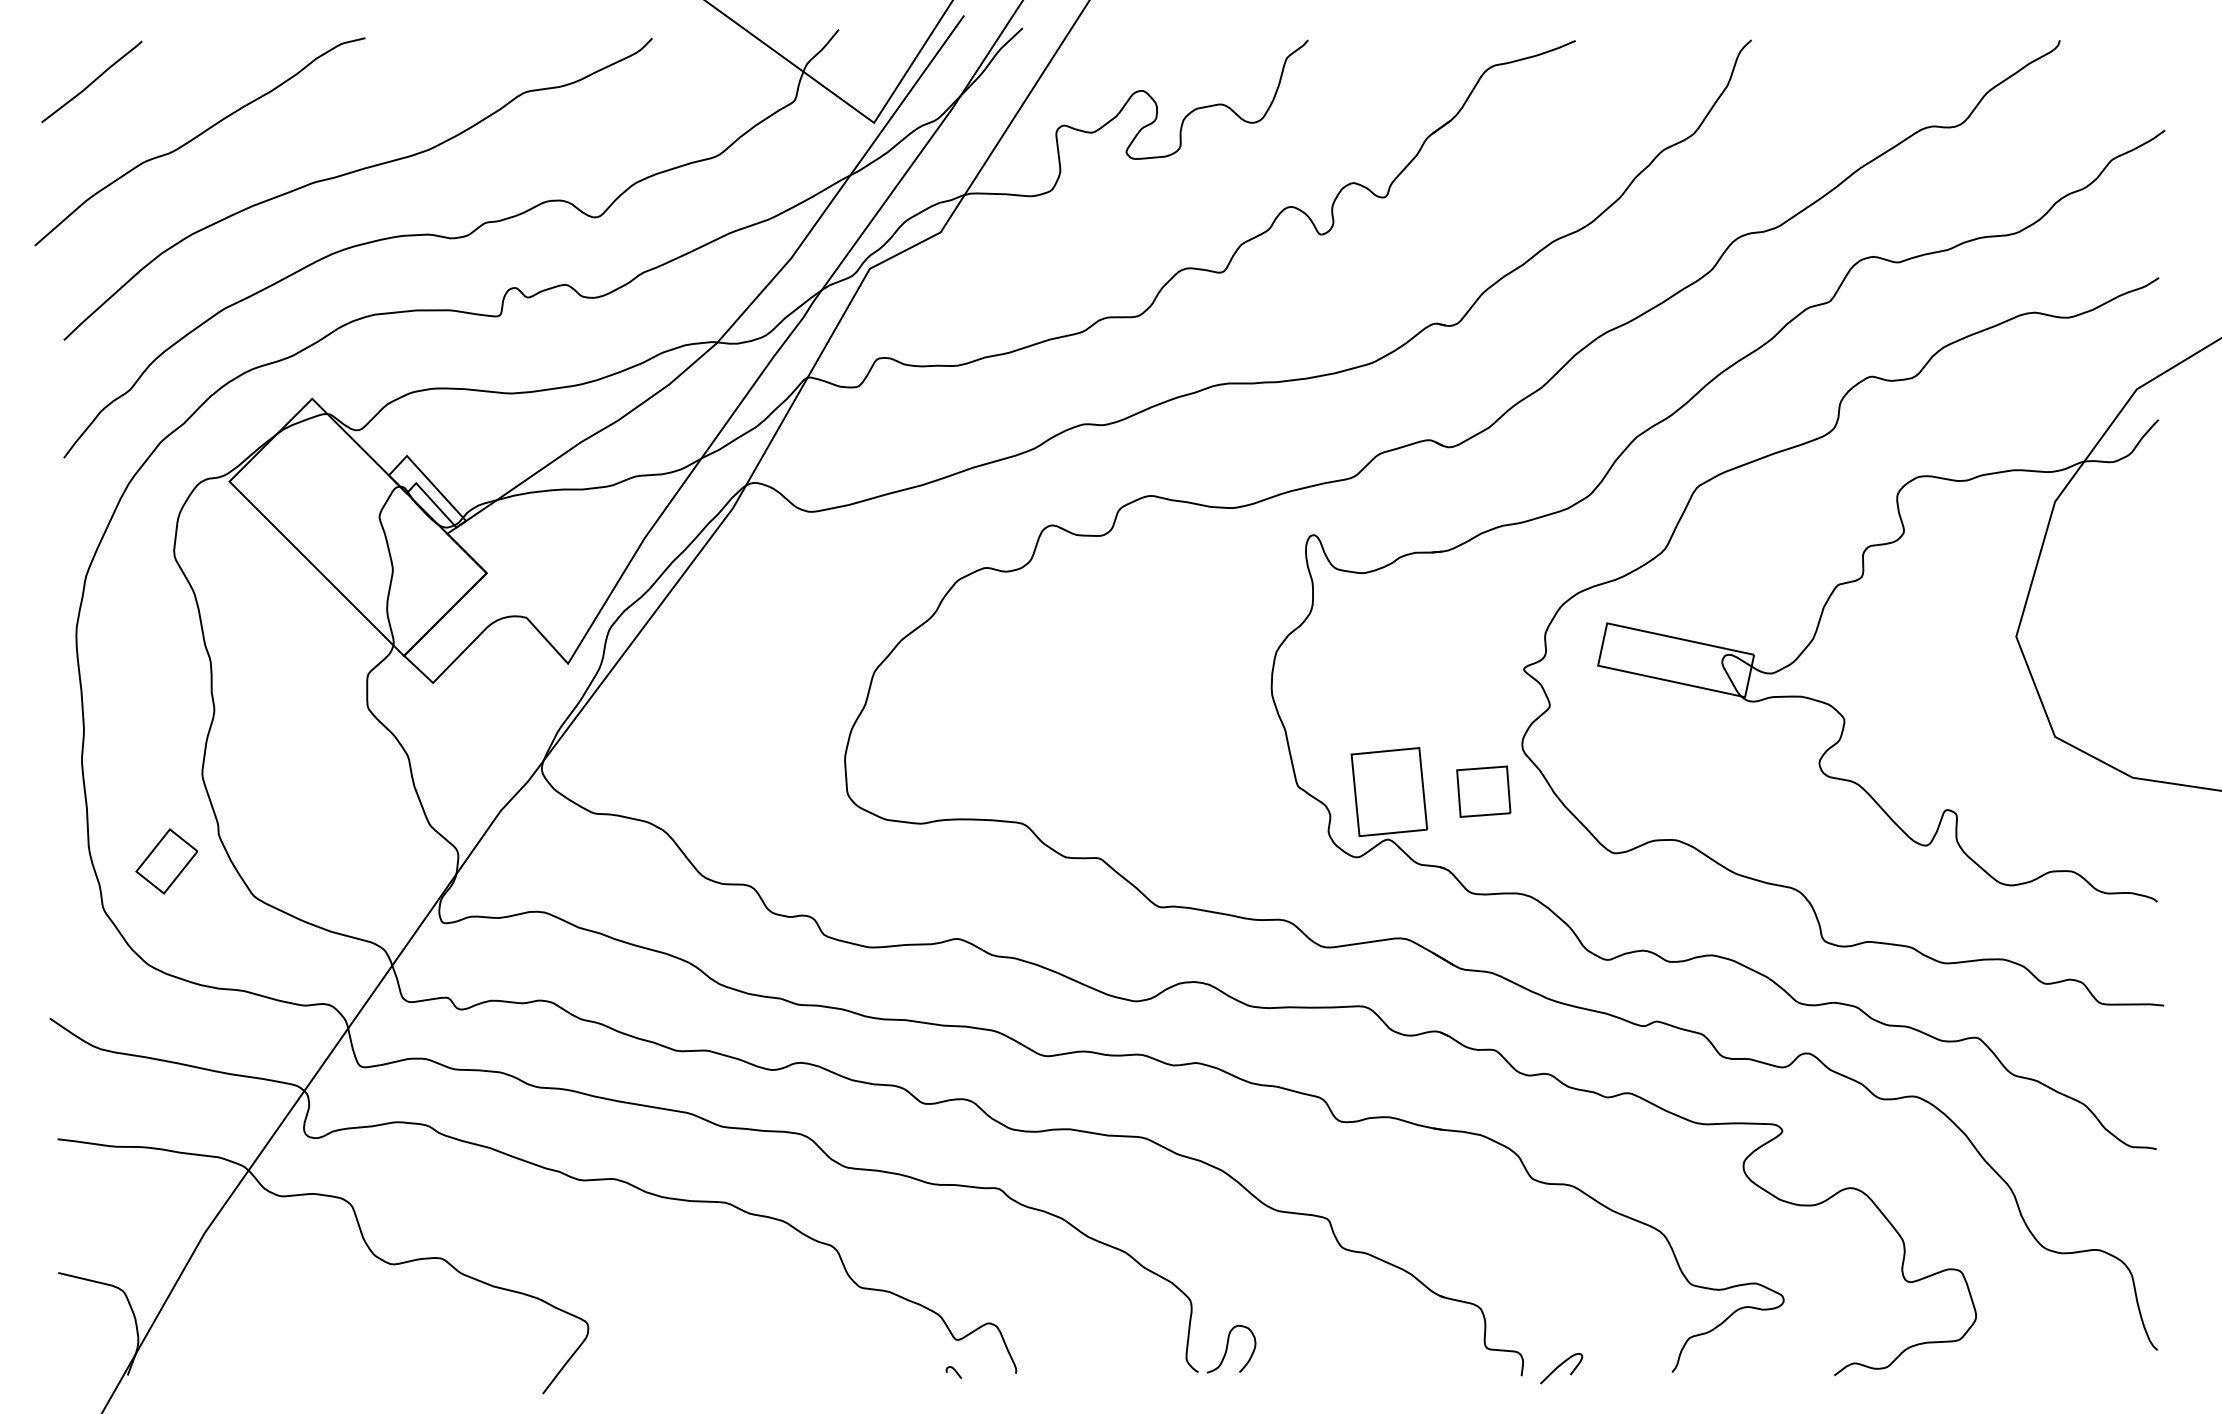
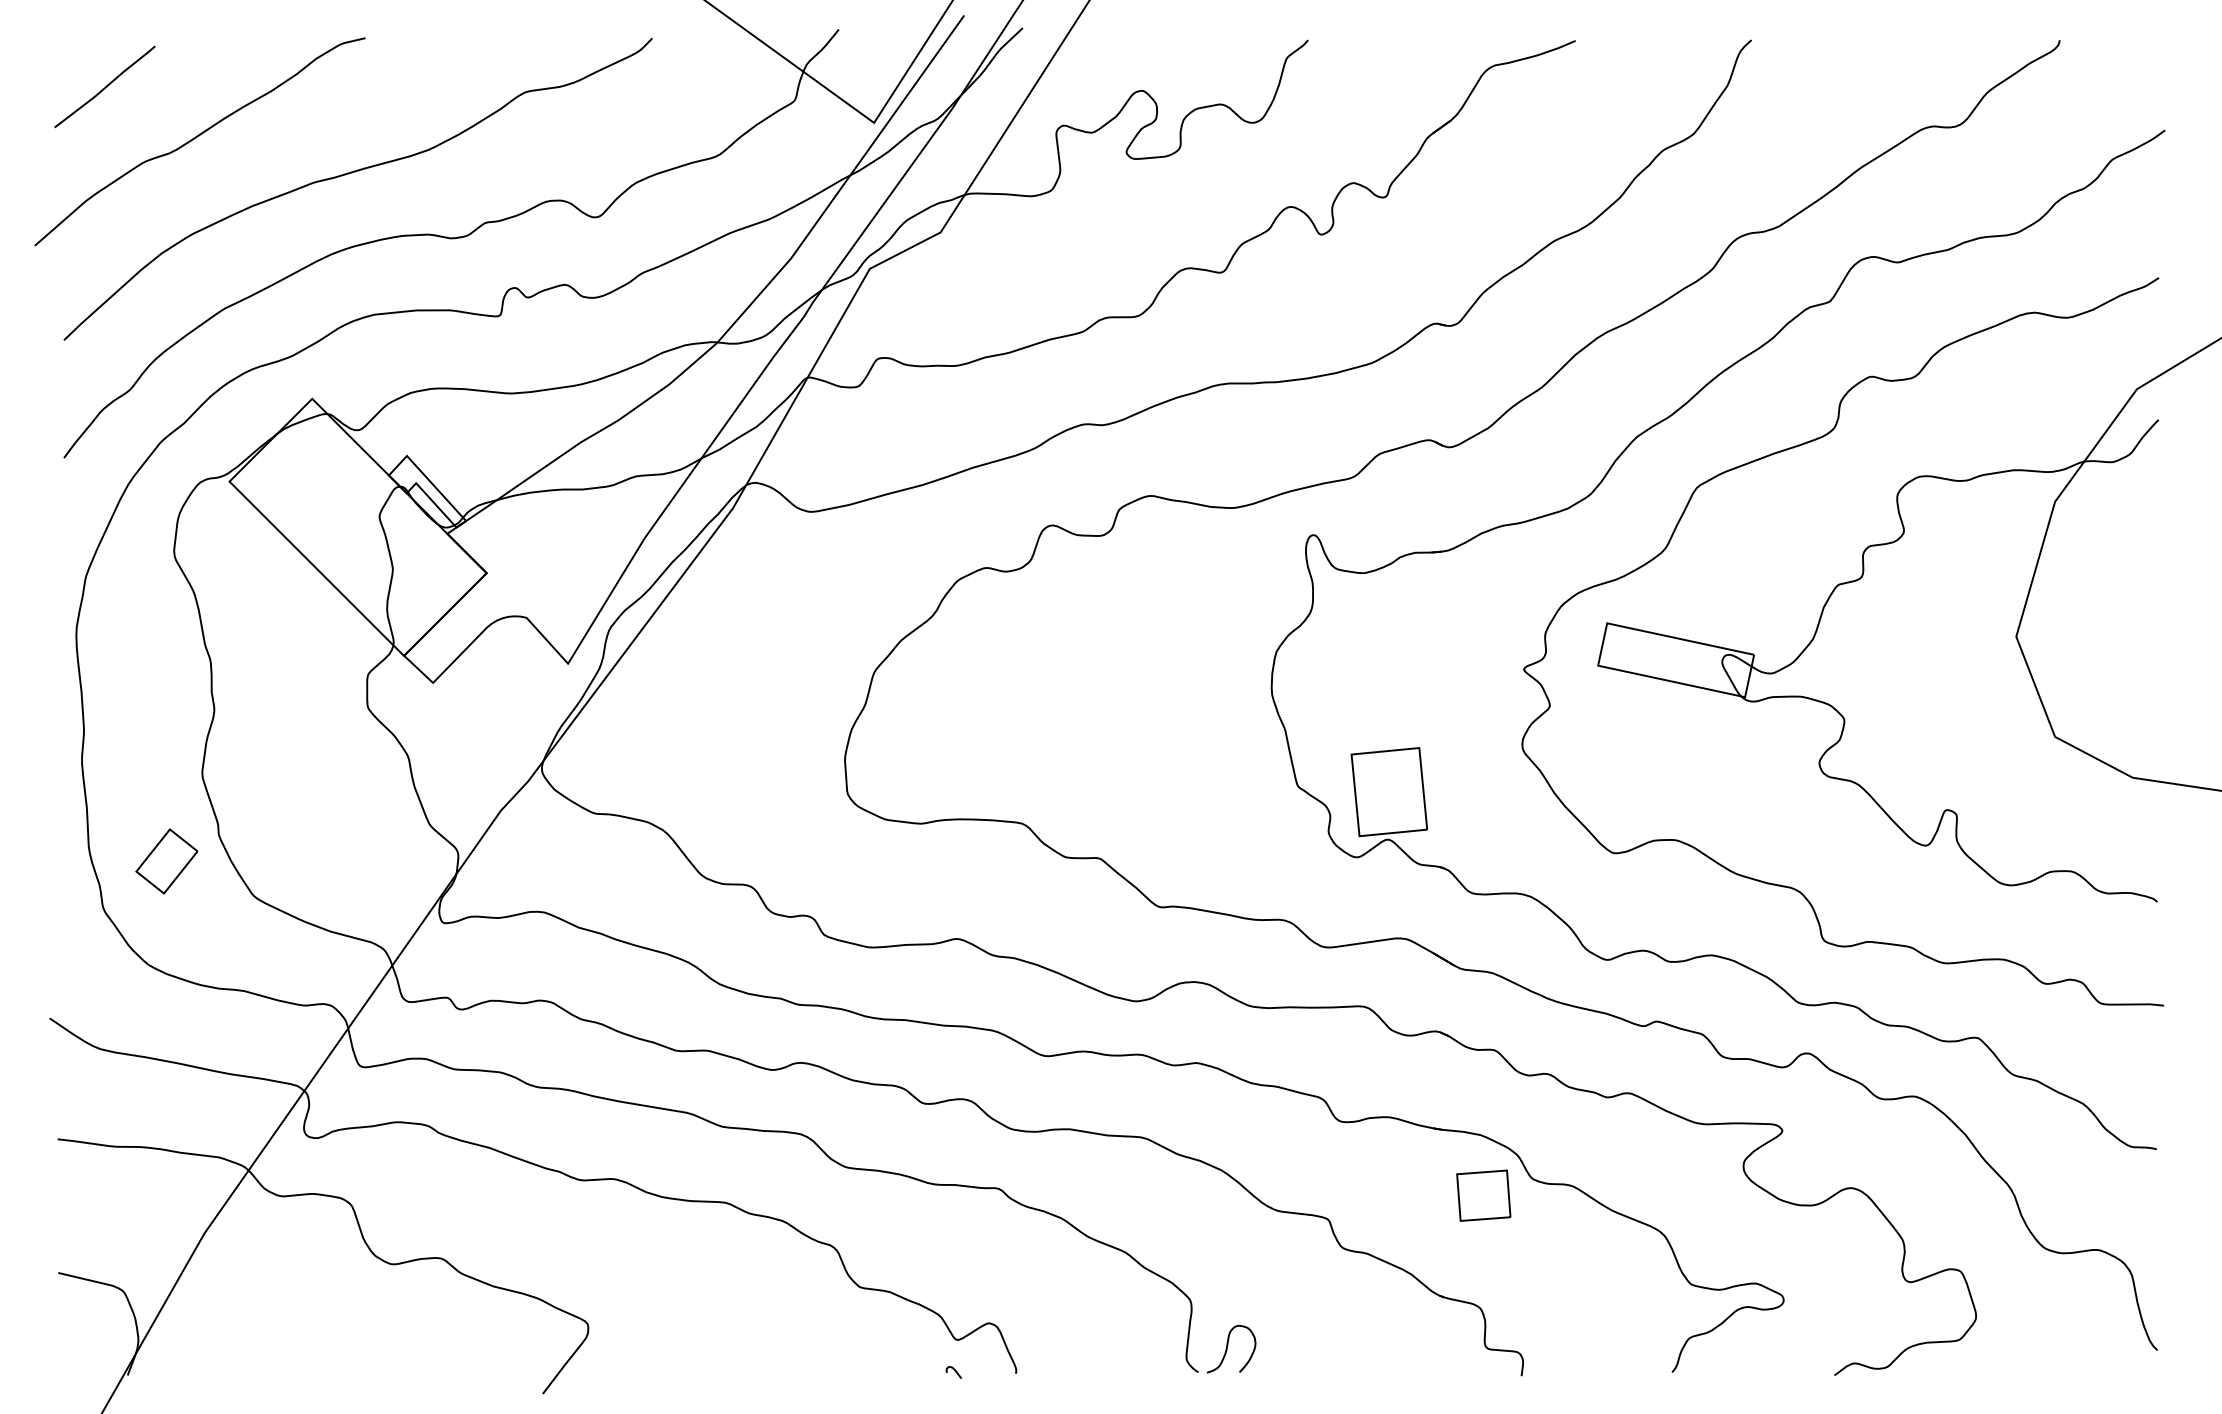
line at (92, 81) position: (92, 81) -> (105, 86)
part at (1483, 791) position: (1483, 791) -> (1483, 1195)
curve at (1560, 1366): present -> none
